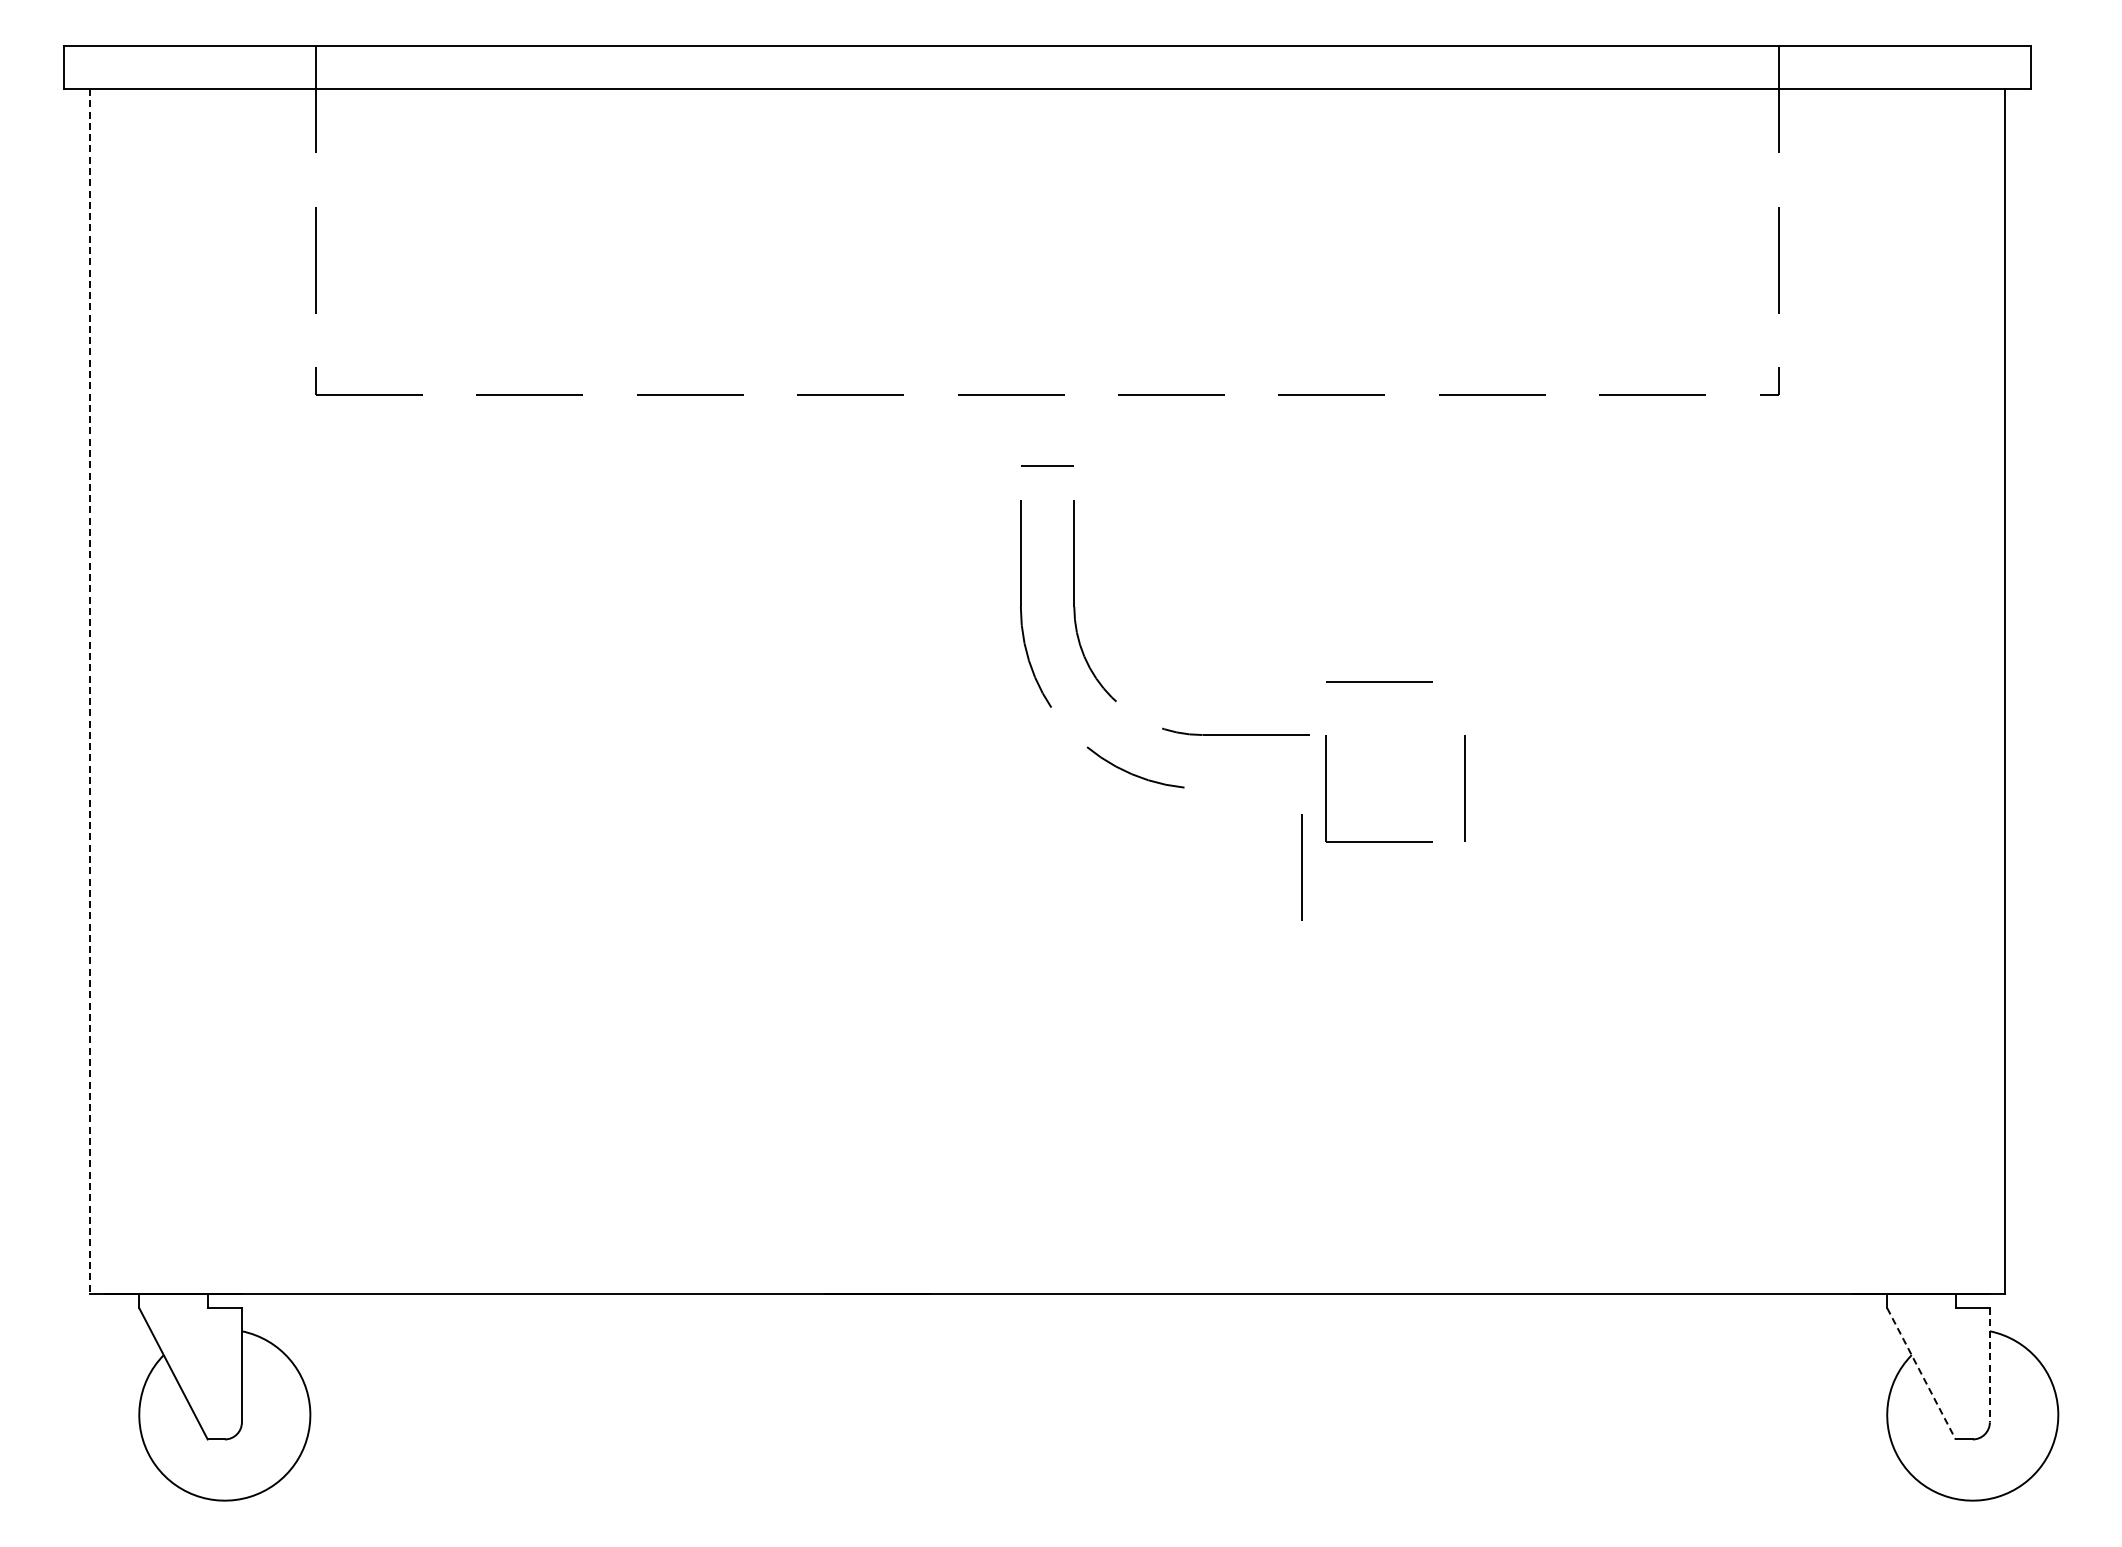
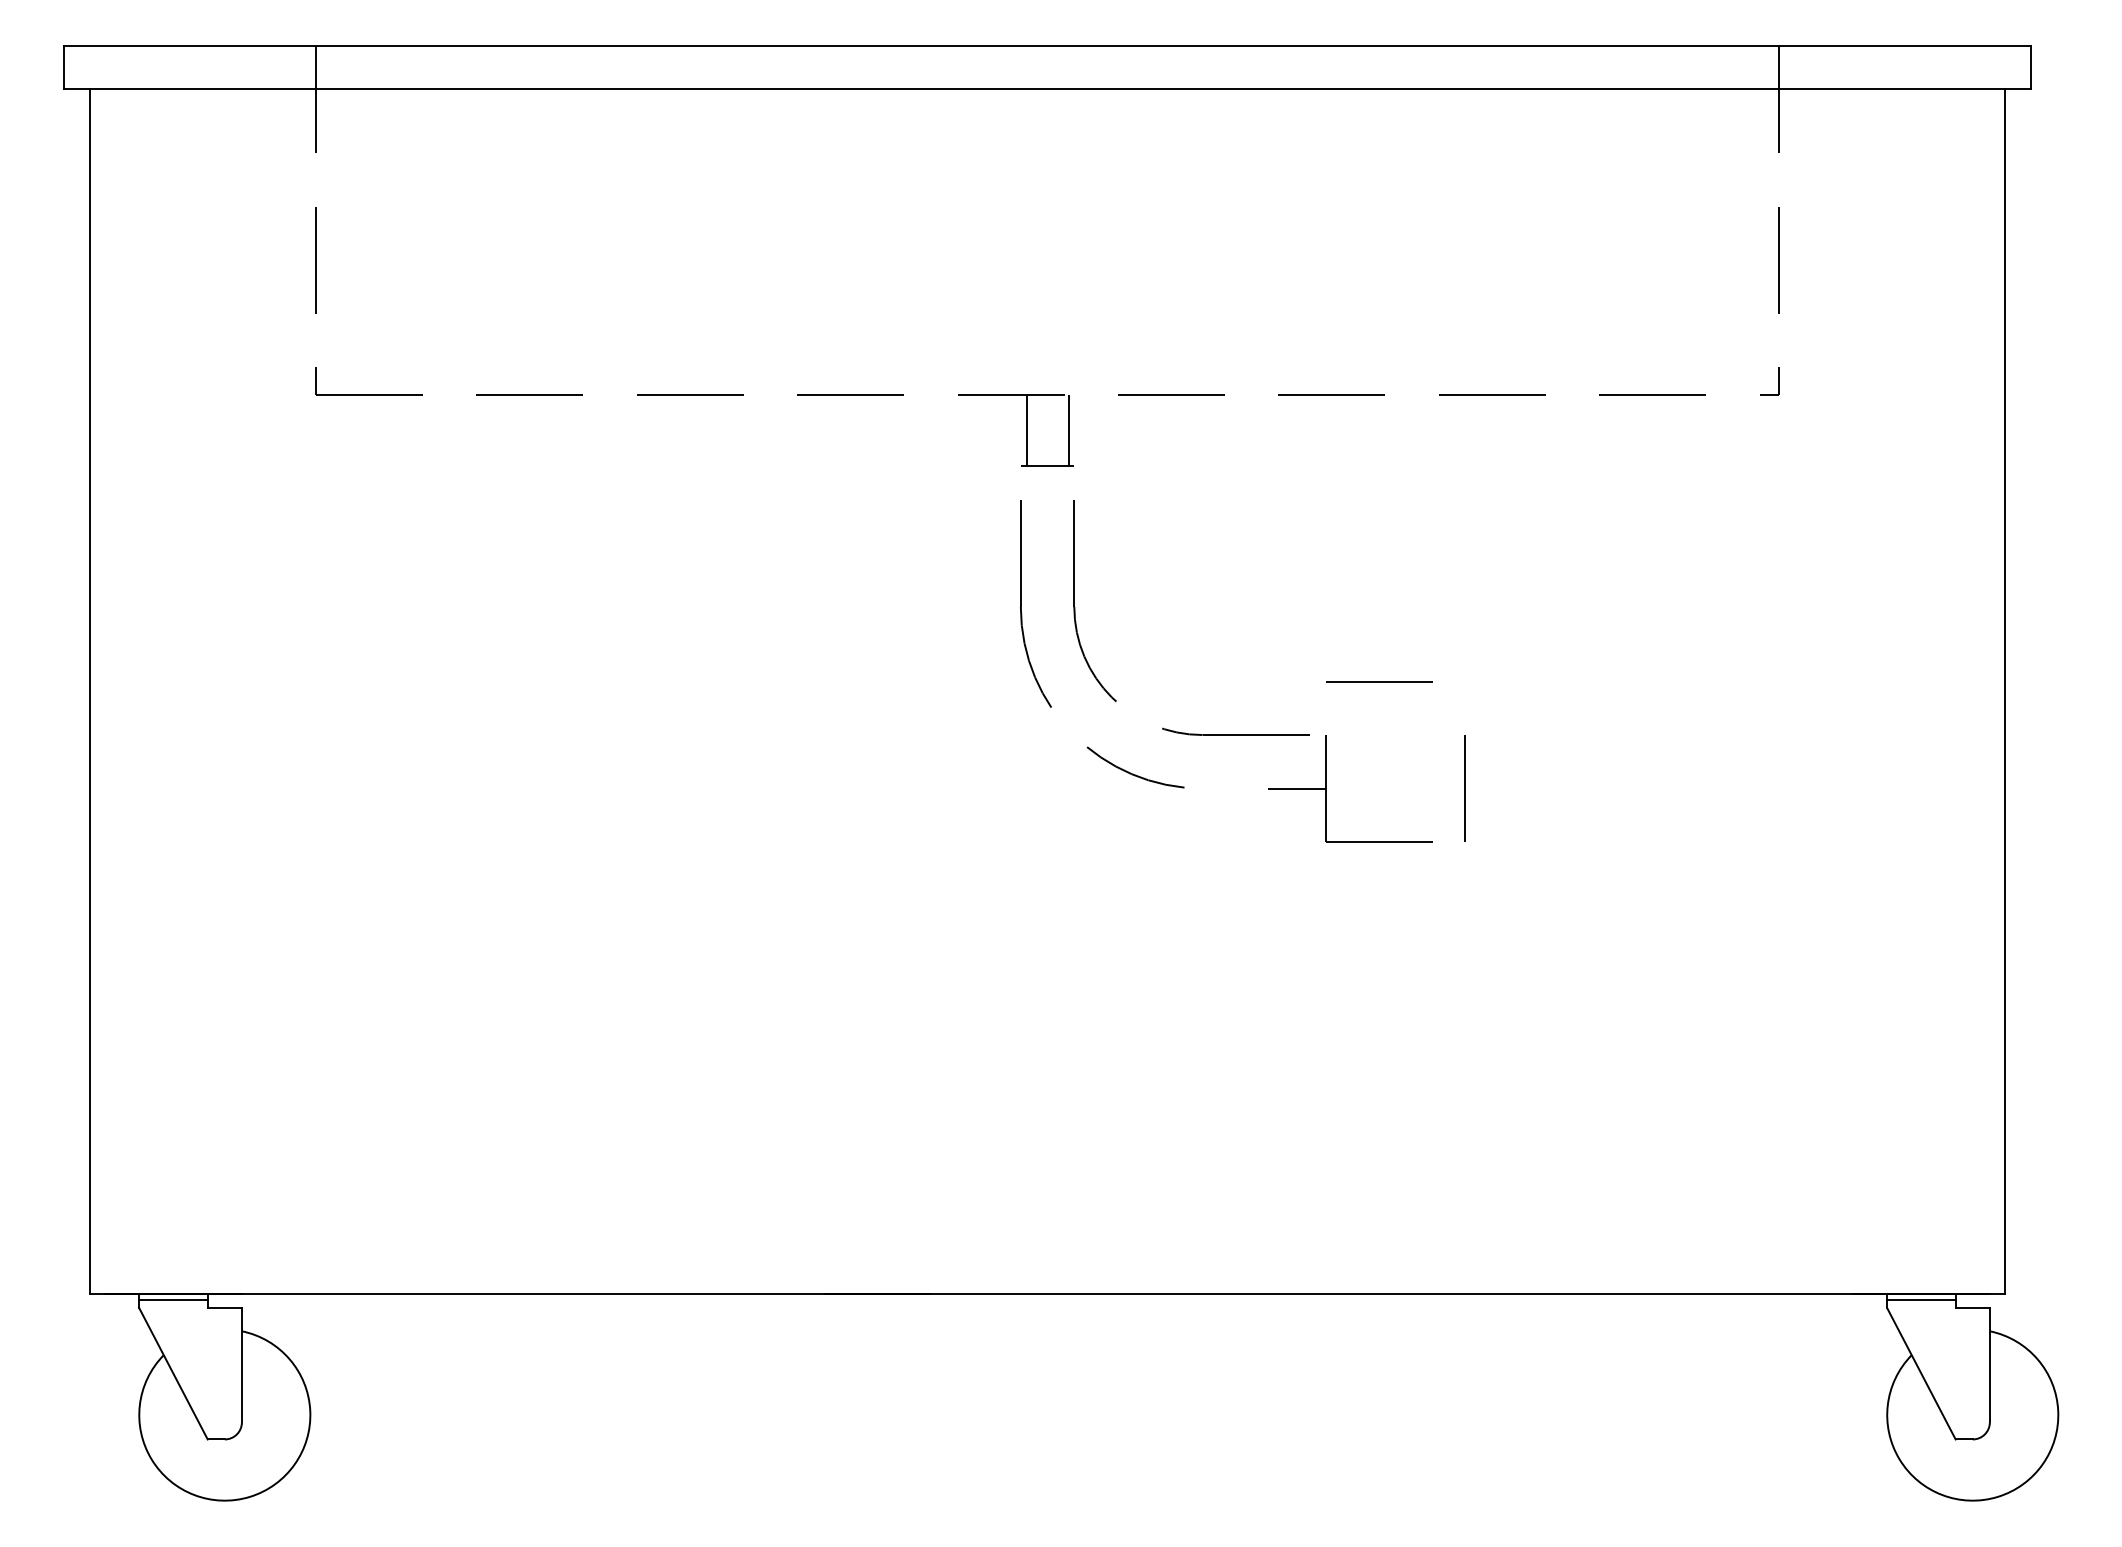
line at (1026, 429): none -> present
line at (1069, 429): none -> present
line at (89, 692): dashed -> solid
line at (1296, 788): none -> present
line at (1301, 867): present -> none
line at (173, 1300): none -> present
line at (1921, 1300): none -> present
line at (1989, 1365): dashed -> solid
line at (1921, 1374): dashed -> solid
